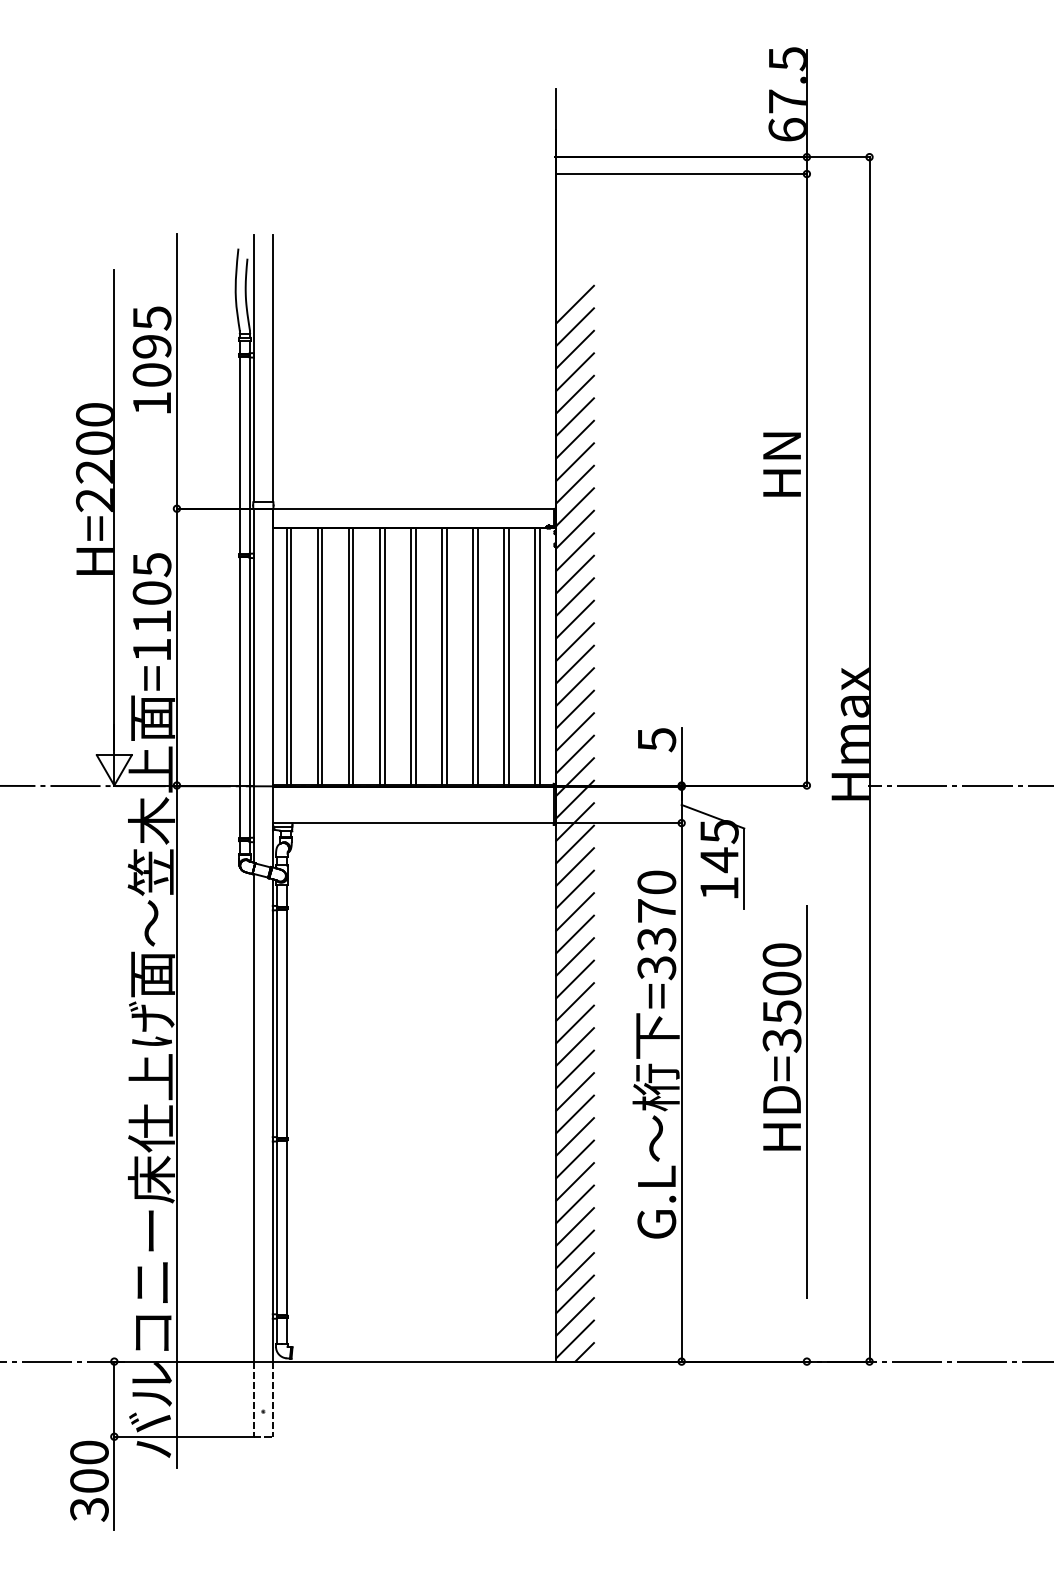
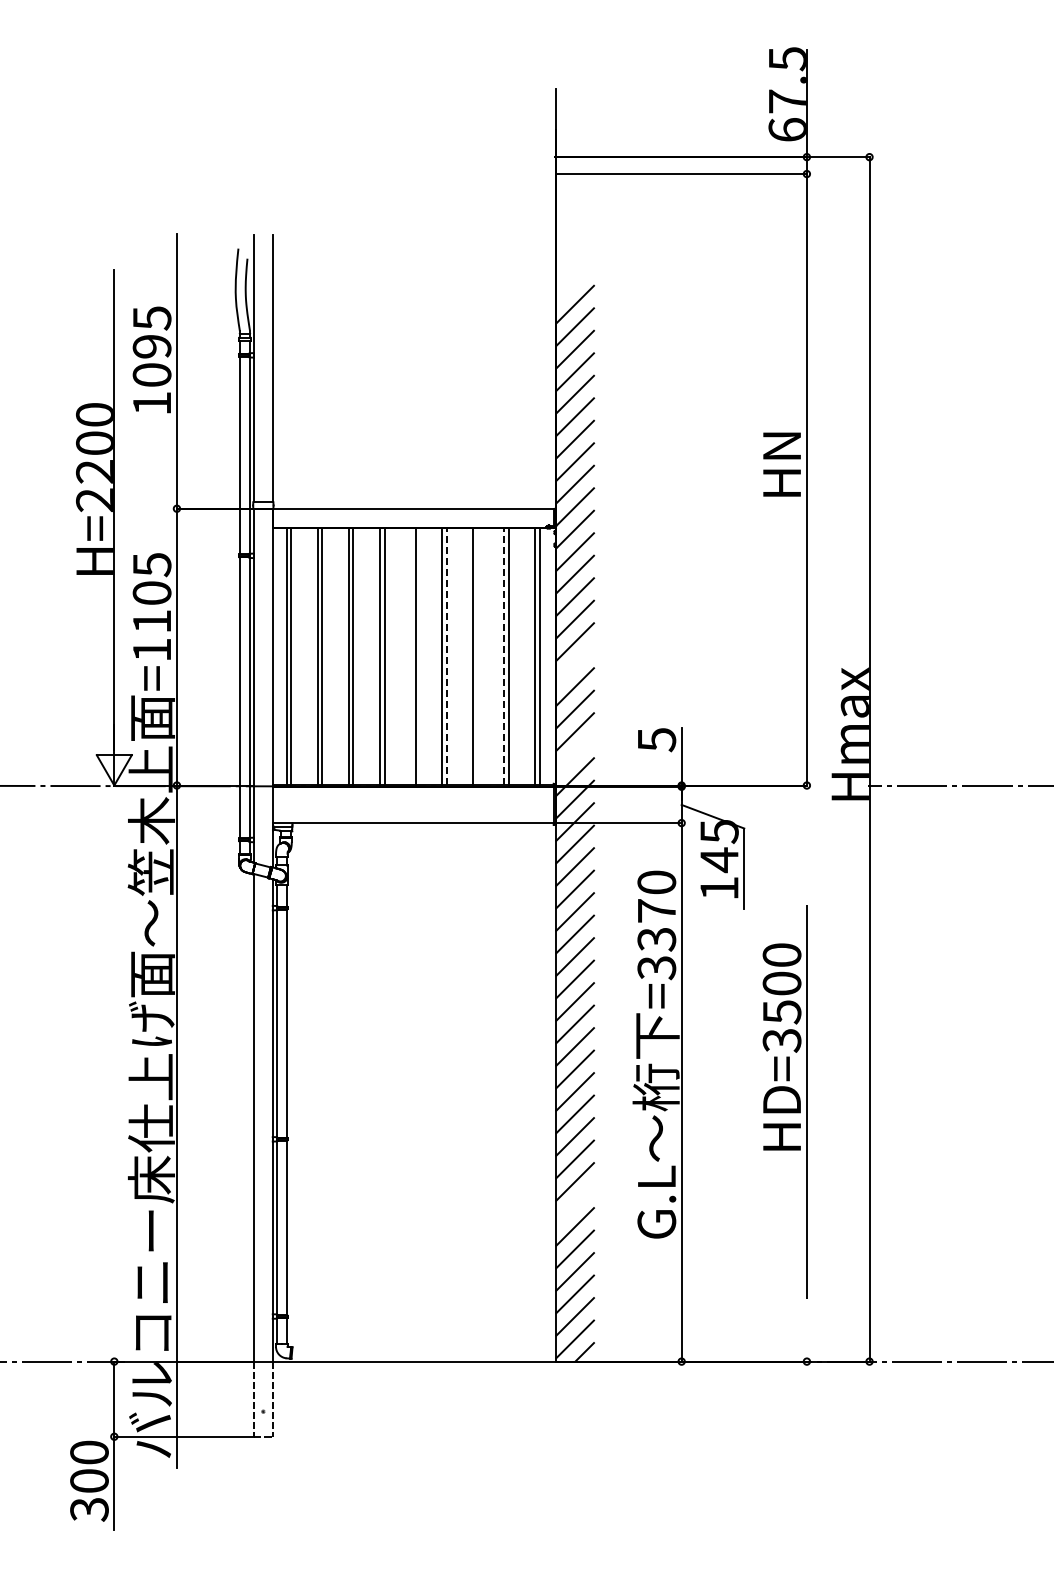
line at (411, 656): present -> none
line at (446, 656): solid -> dashed
line at (477, 656): present -> none
line at (504, 656): solid -> dashed
line at (574, 664): present -> none
line at (574, 754): present -> none
line at (574, 1204): present -> none
